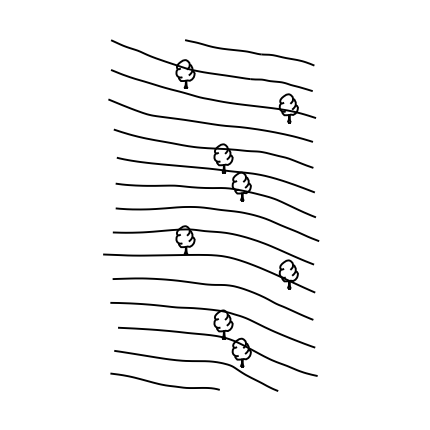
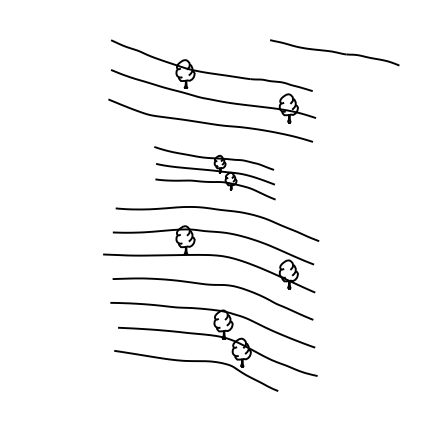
part at (249, 52) position: (249, 52) -> (334, 52)
part at (214, 172) size: 204x90 px -> 122x55 px
curve at (162, 383): present -> none
